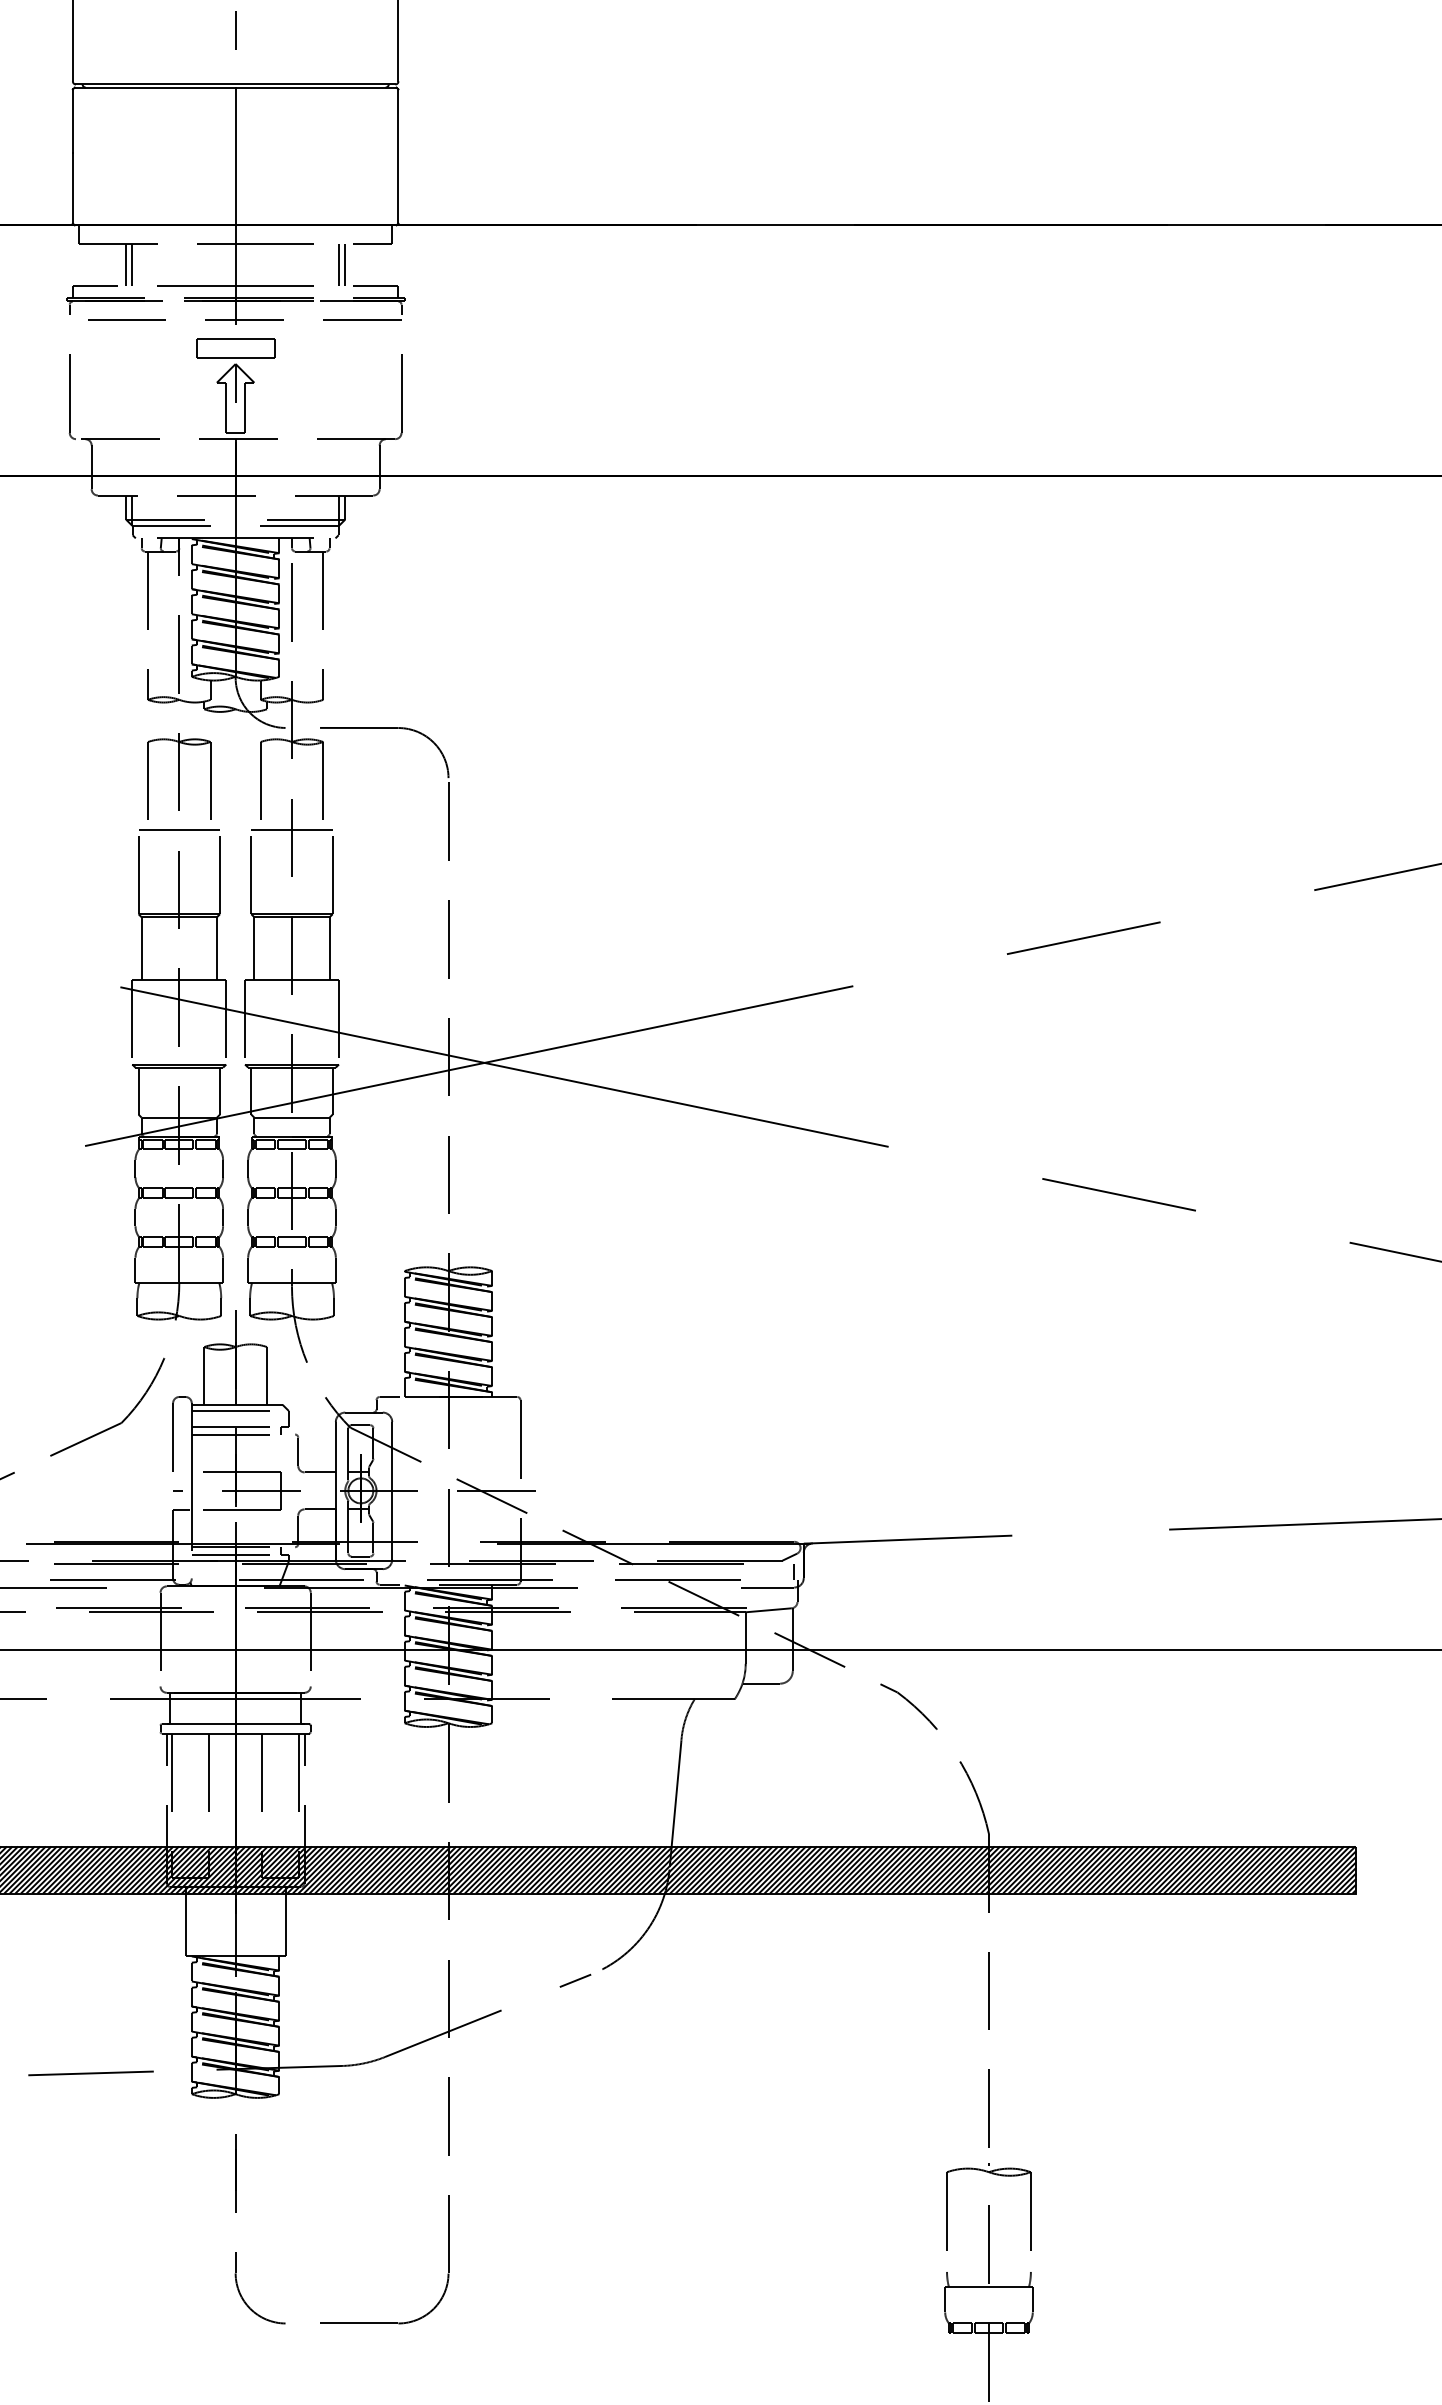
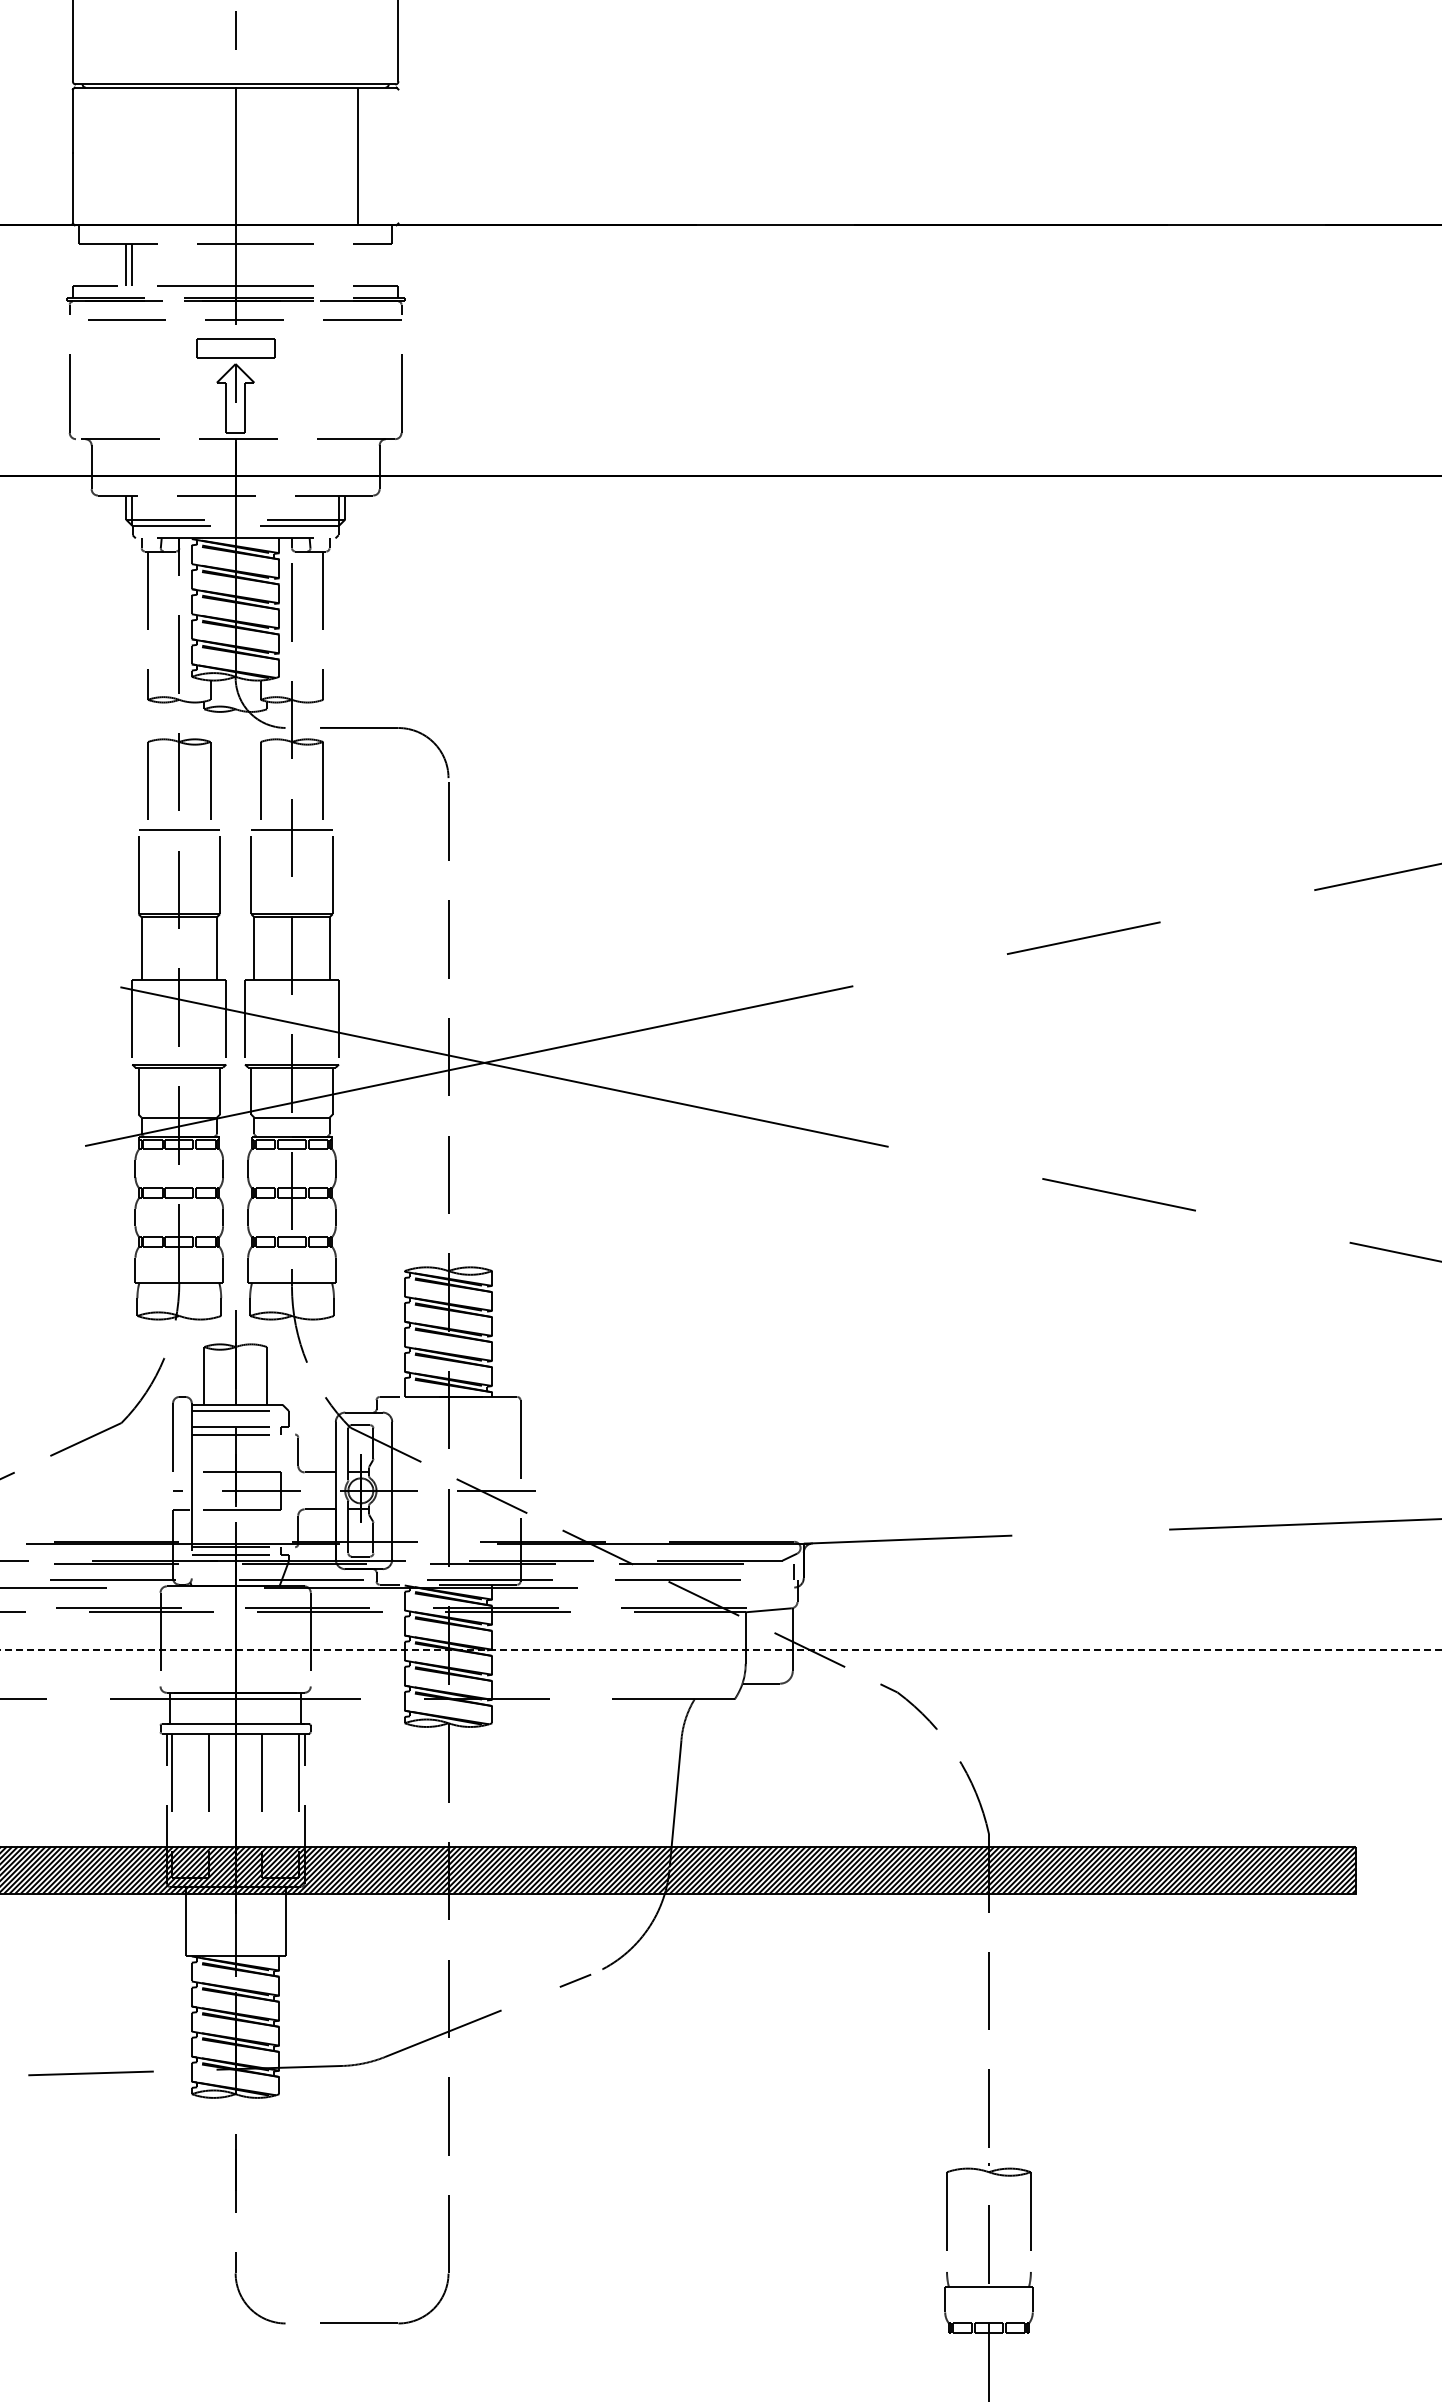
line at (398, 156) position: (398, 156) -> (358, 156)
part at (341, 264): present -> none
line at (767, 1587): present -> none
line at (720, 1650): solid -> dashed
